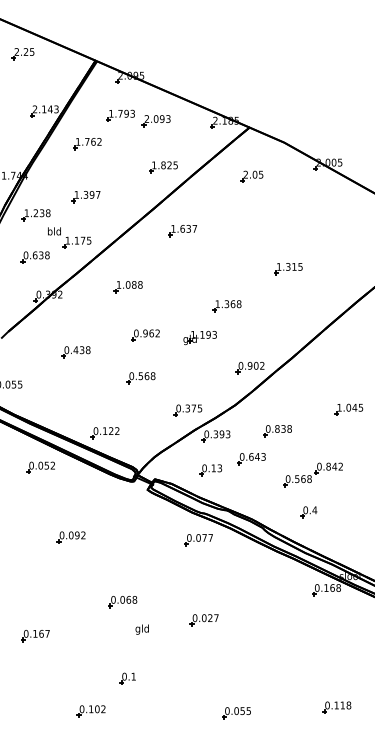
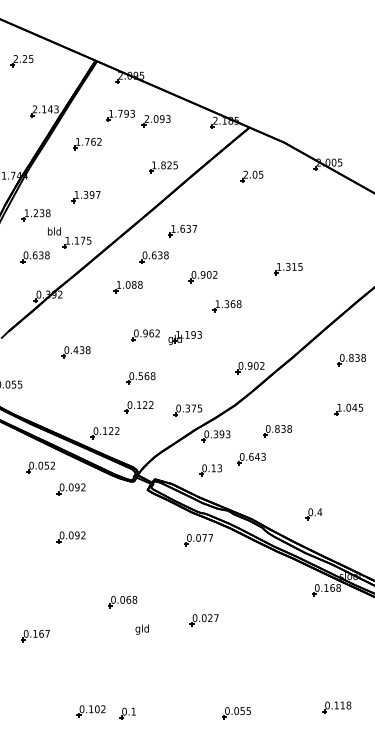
part at (22, 54) position: (22, 54) -> (21, 61)
part at (153, 257): none -> present
part at (202, 277): none -> present
part at (199, 338) position: (199, 338) -> (184, 338)
part at (351, 360): none -> present
part at (138, 407): none -> present
part at (312, 474): present -> none
part at (70, 489): none -> present
part at (308, 512) position: (308, 512) -> (313, 514)
part at (127, 678) position: (127, 678) -> (127, 713)
